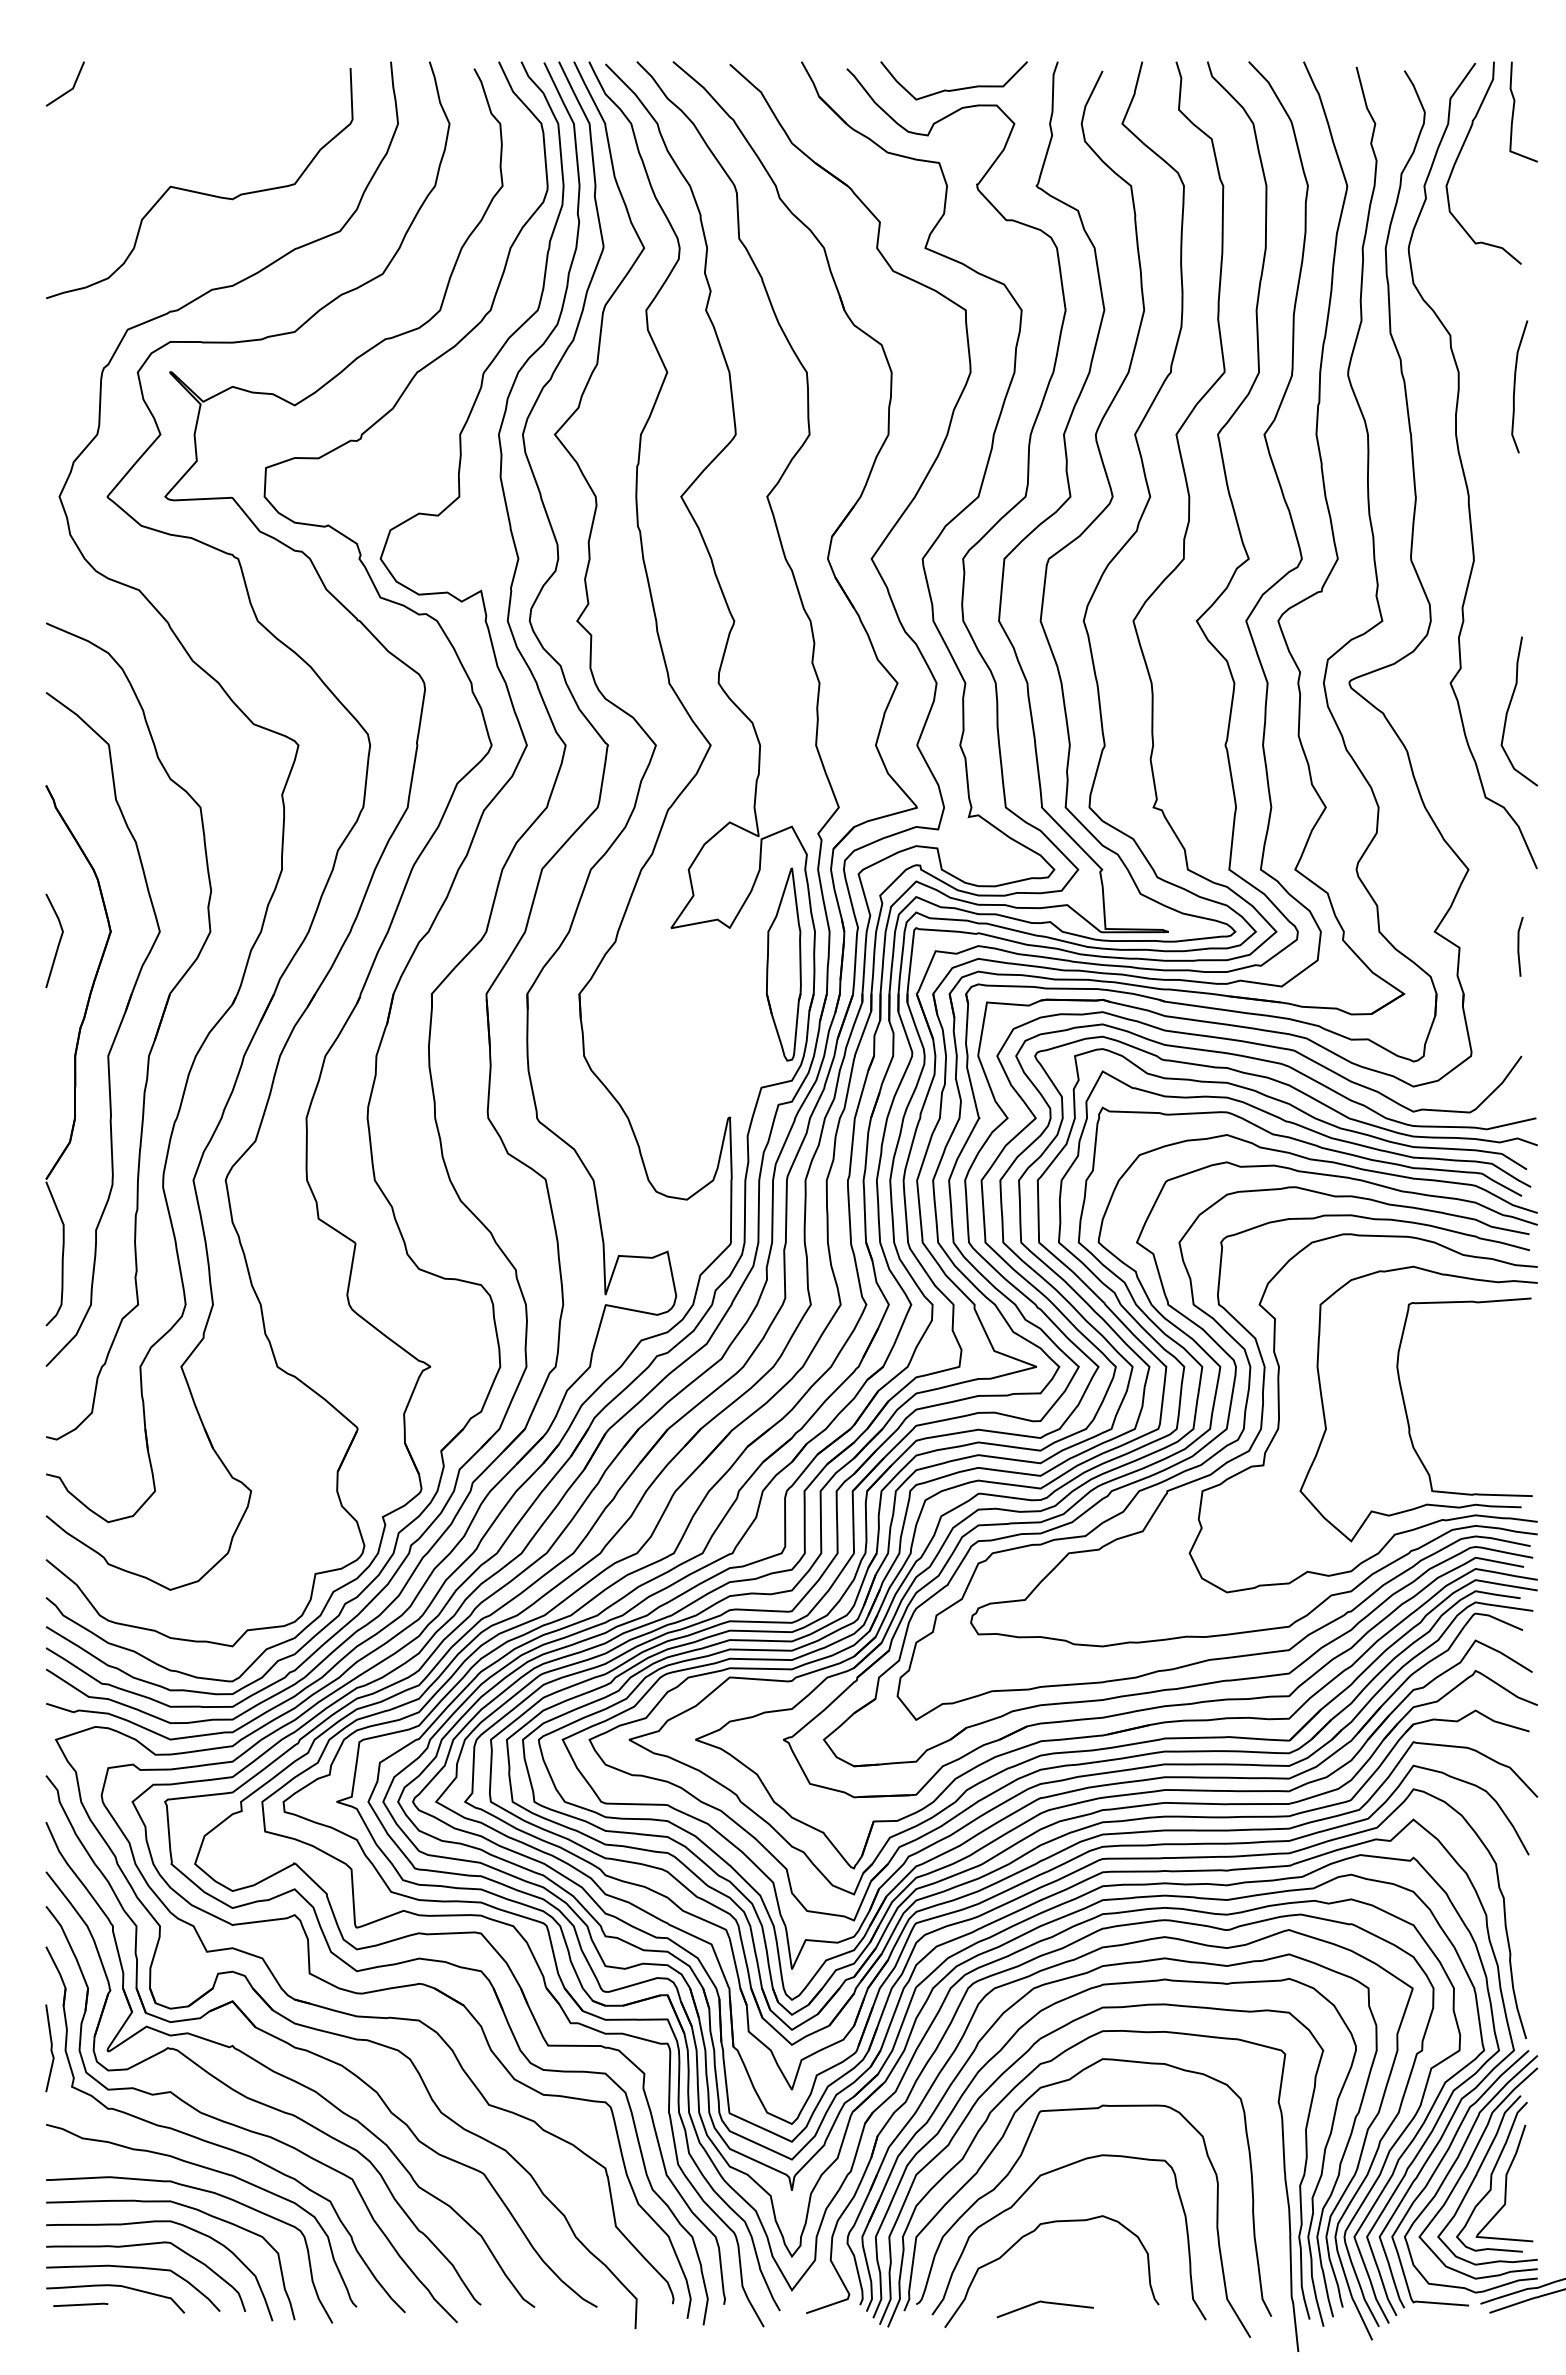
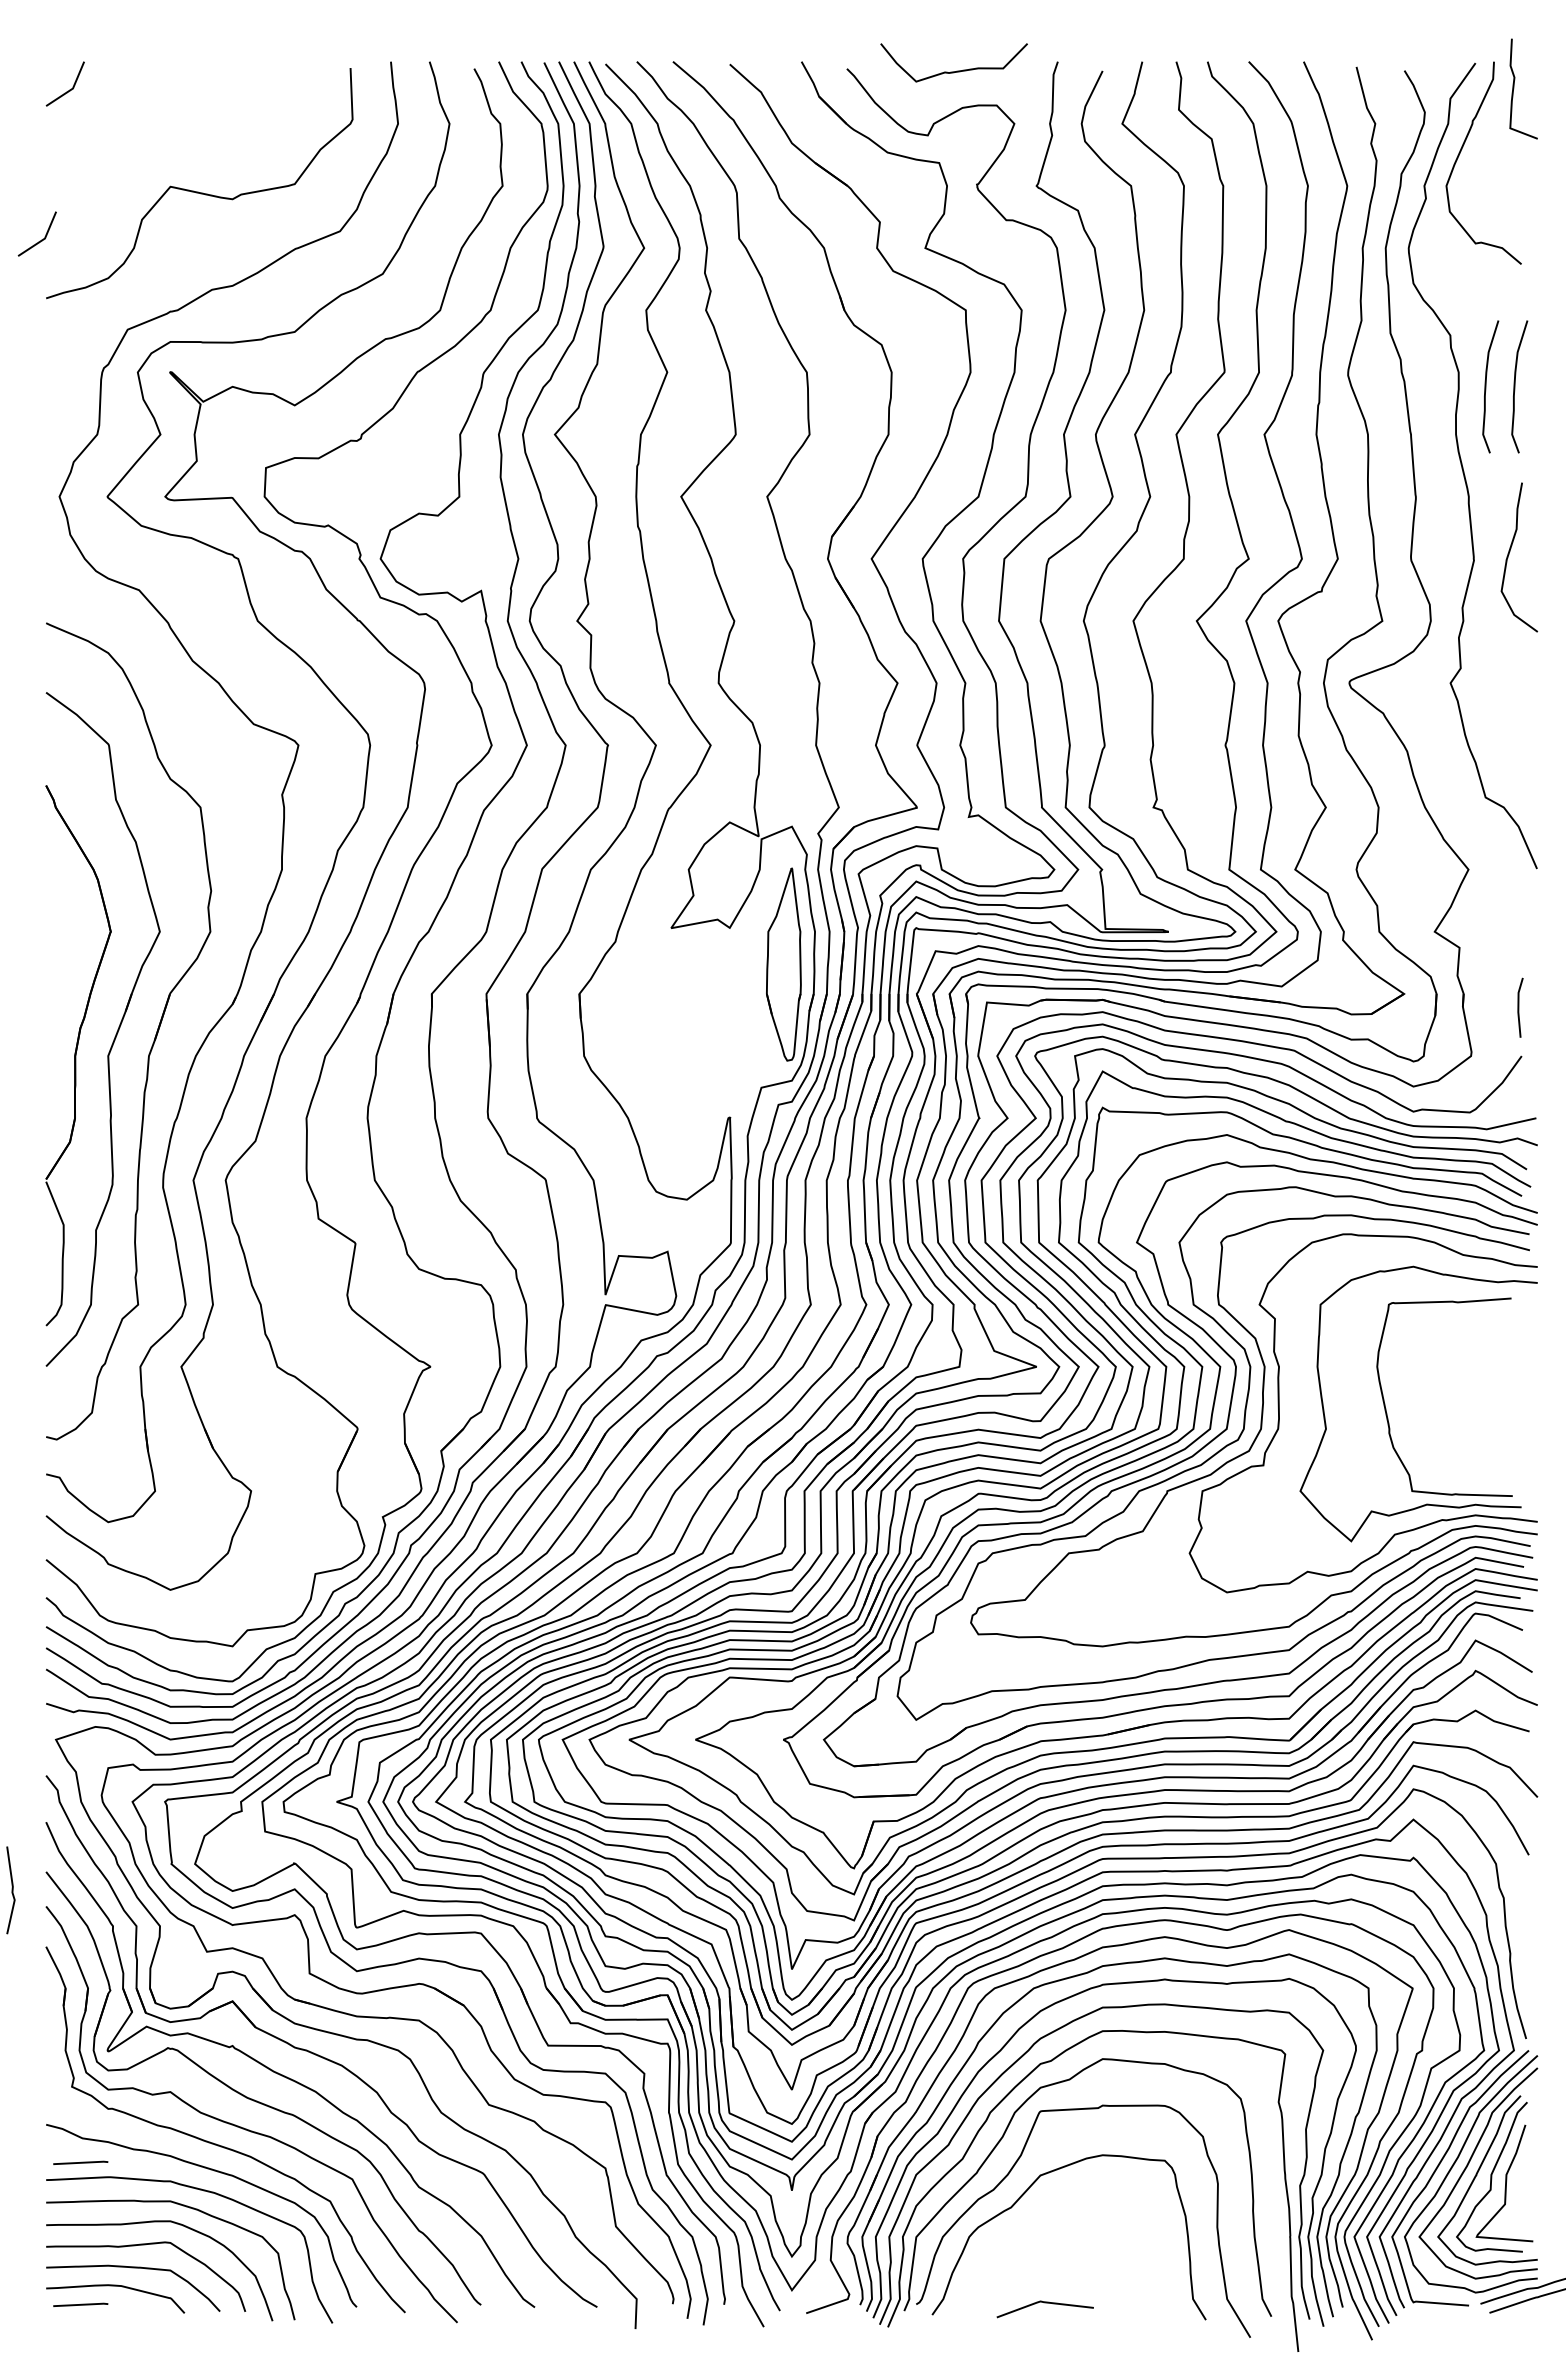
curve at (956, 88) position: (956, 88) -> (956, 70)
curve at (1514, 111) position: (1514, 111) -> (1514, 88)
line at (41, 239): none -> present
curve at (1486, 386): none -> present
curve at (1509, 708) position: (1509, 708) -> (1509, 554)
line at (58, 941): present -> none
line at (1519, 946) position: (1519, 946) -> (1519, 1007)
curve at (1406, 1408) position: (1406, 1408) -> (1386, 1408)
line at (50, 2048) position: (50, 2048) -> (11, 1890)
line at (80, 2162): none -> present
curve at (1031, 2233): present -> none
